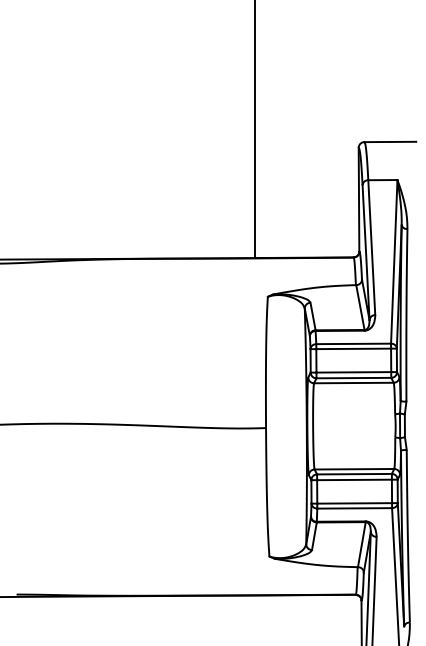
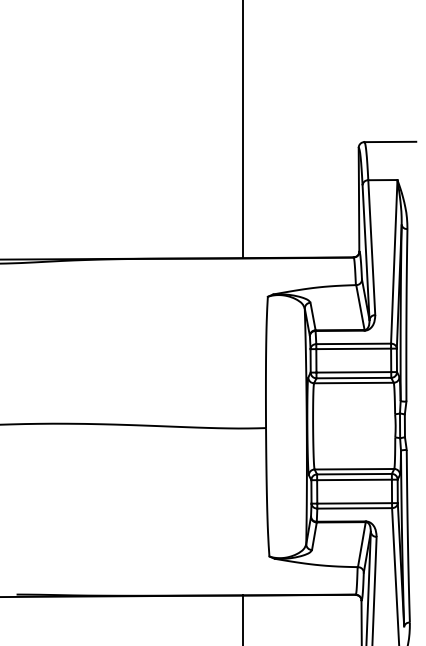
line at (255, 130) position: (255, 130) -> (243, 130)
line at (243, 618): none -> present
